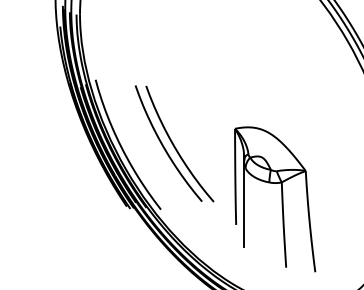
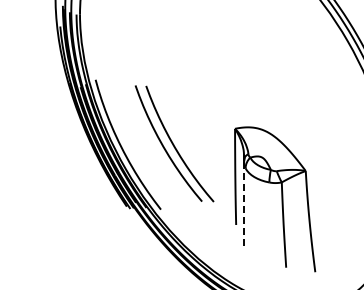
line at (244, 204): solid -> dashed
